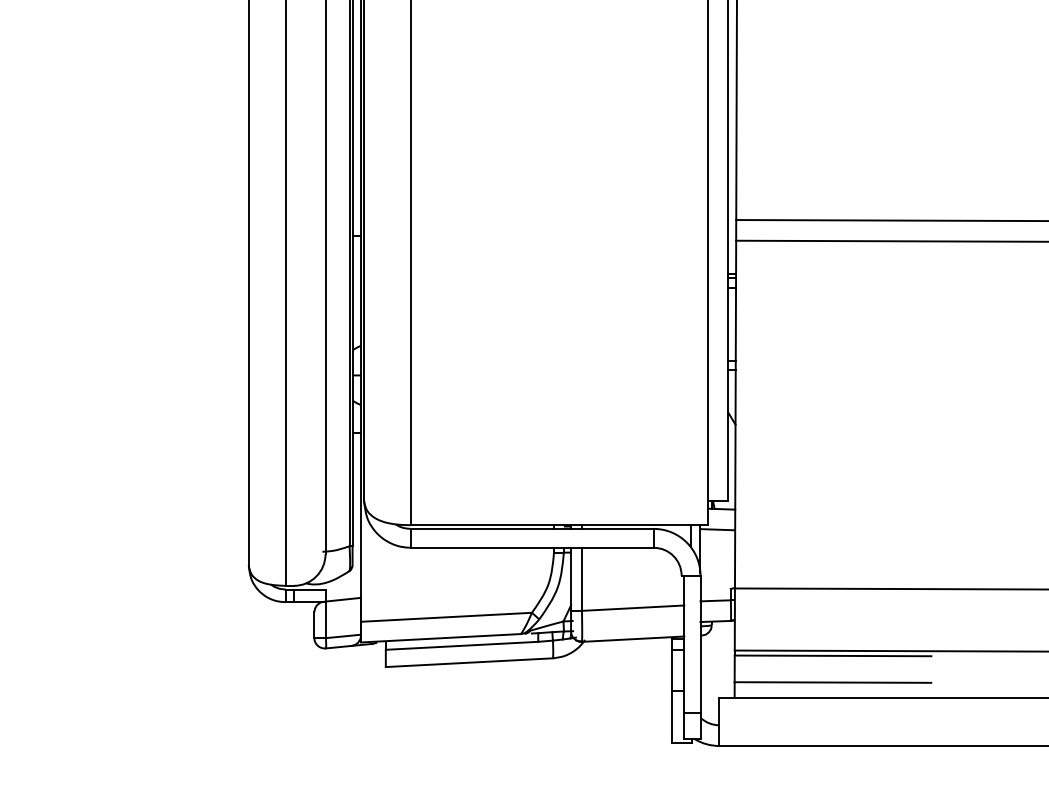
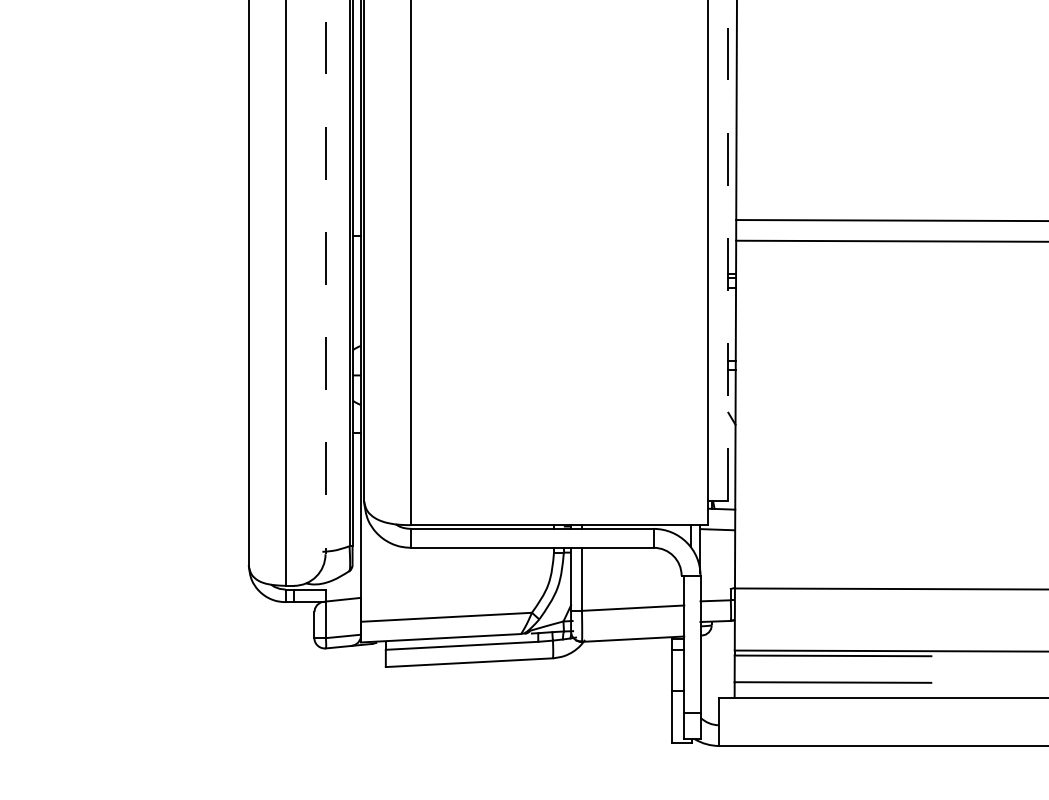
line at (728, 250): solid -> dashed
line at (325, 277): solid -> dashed
